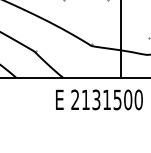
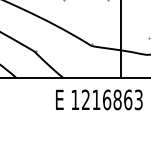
text at (106, 99): 2131500 -> 1216863
